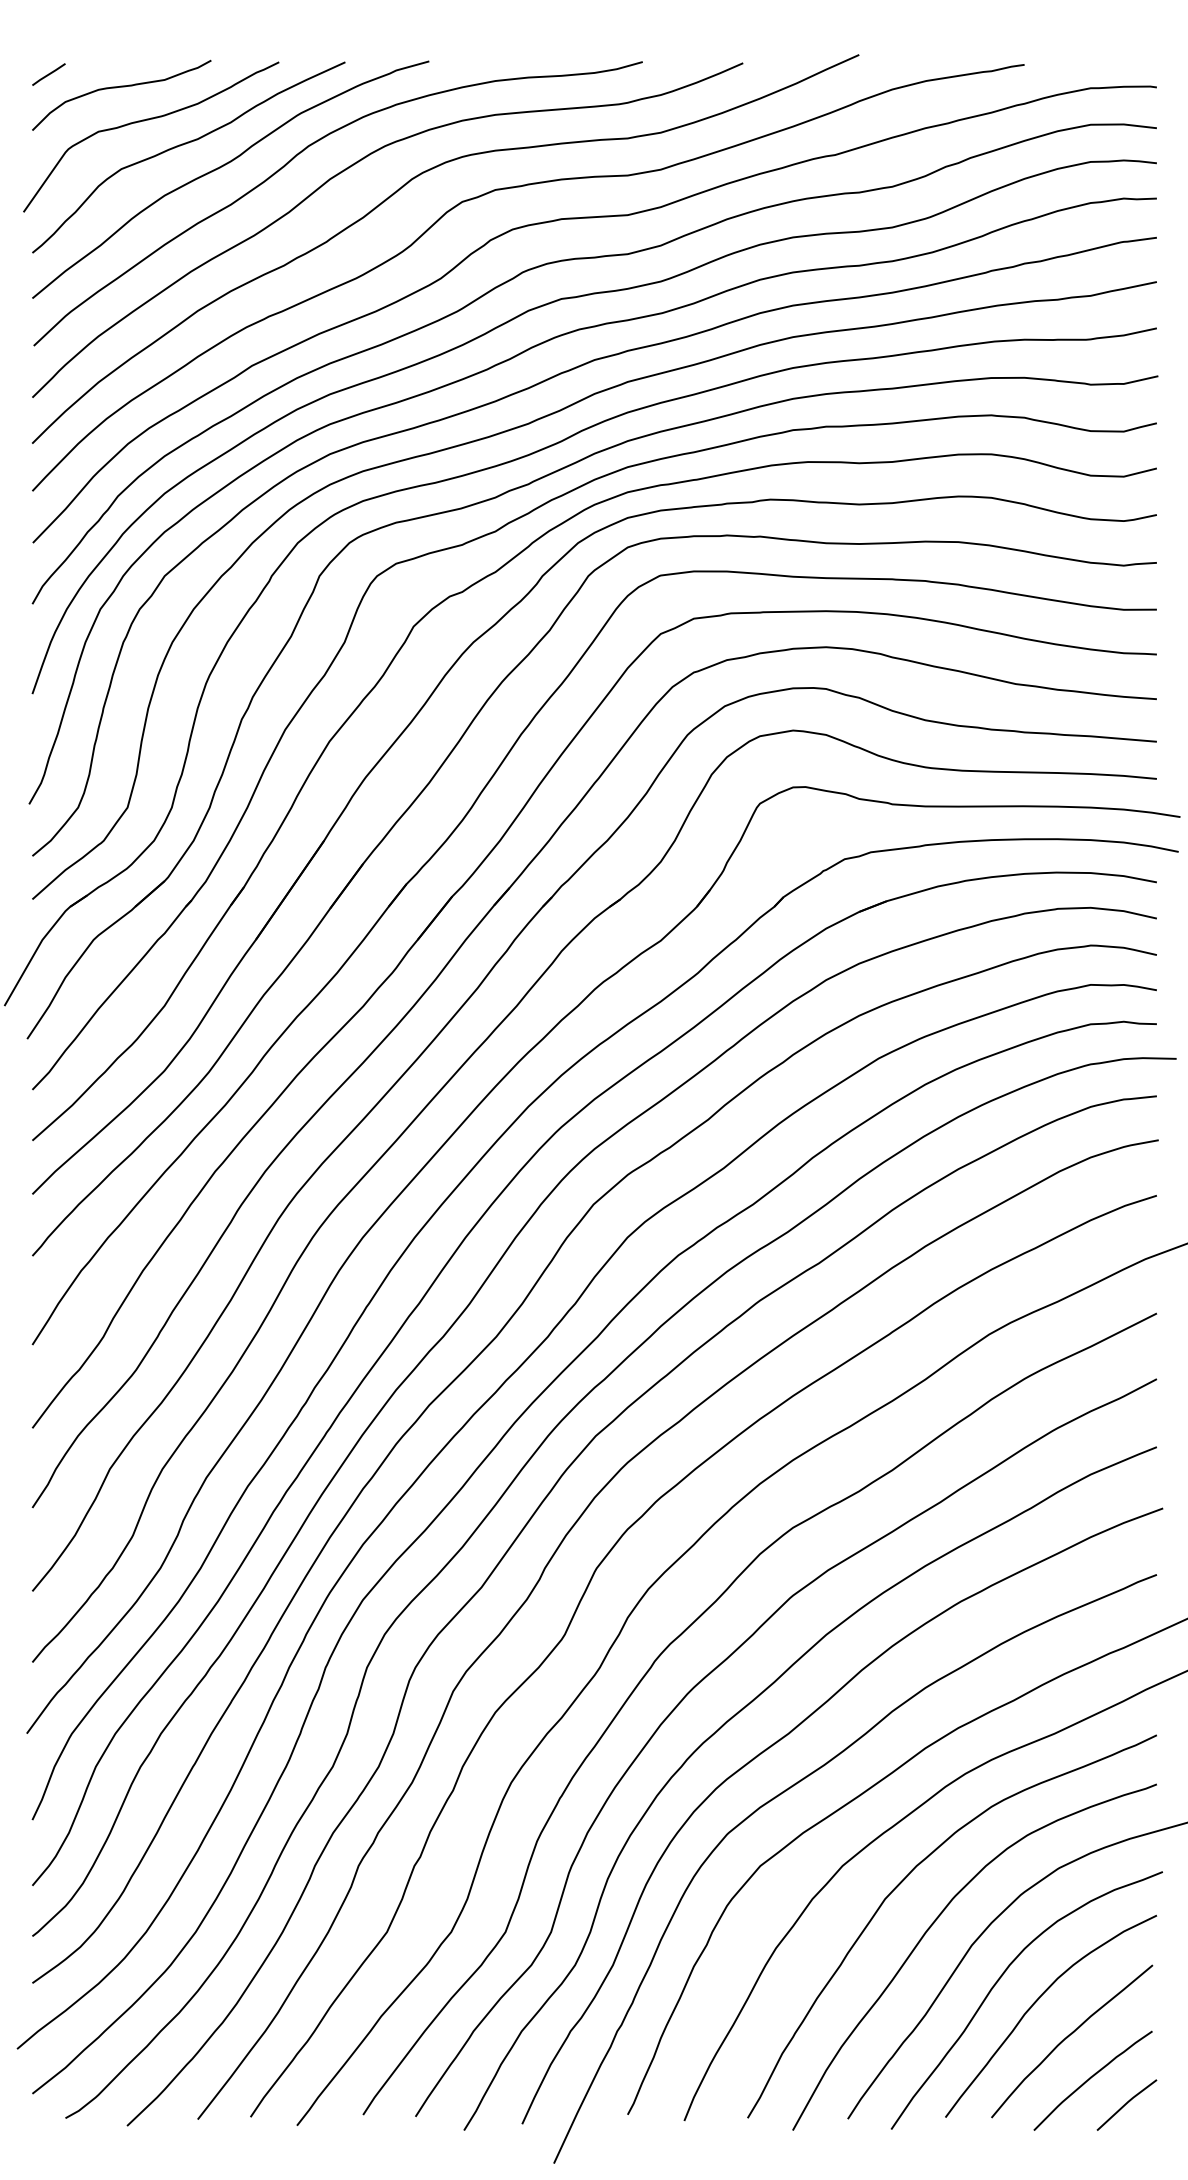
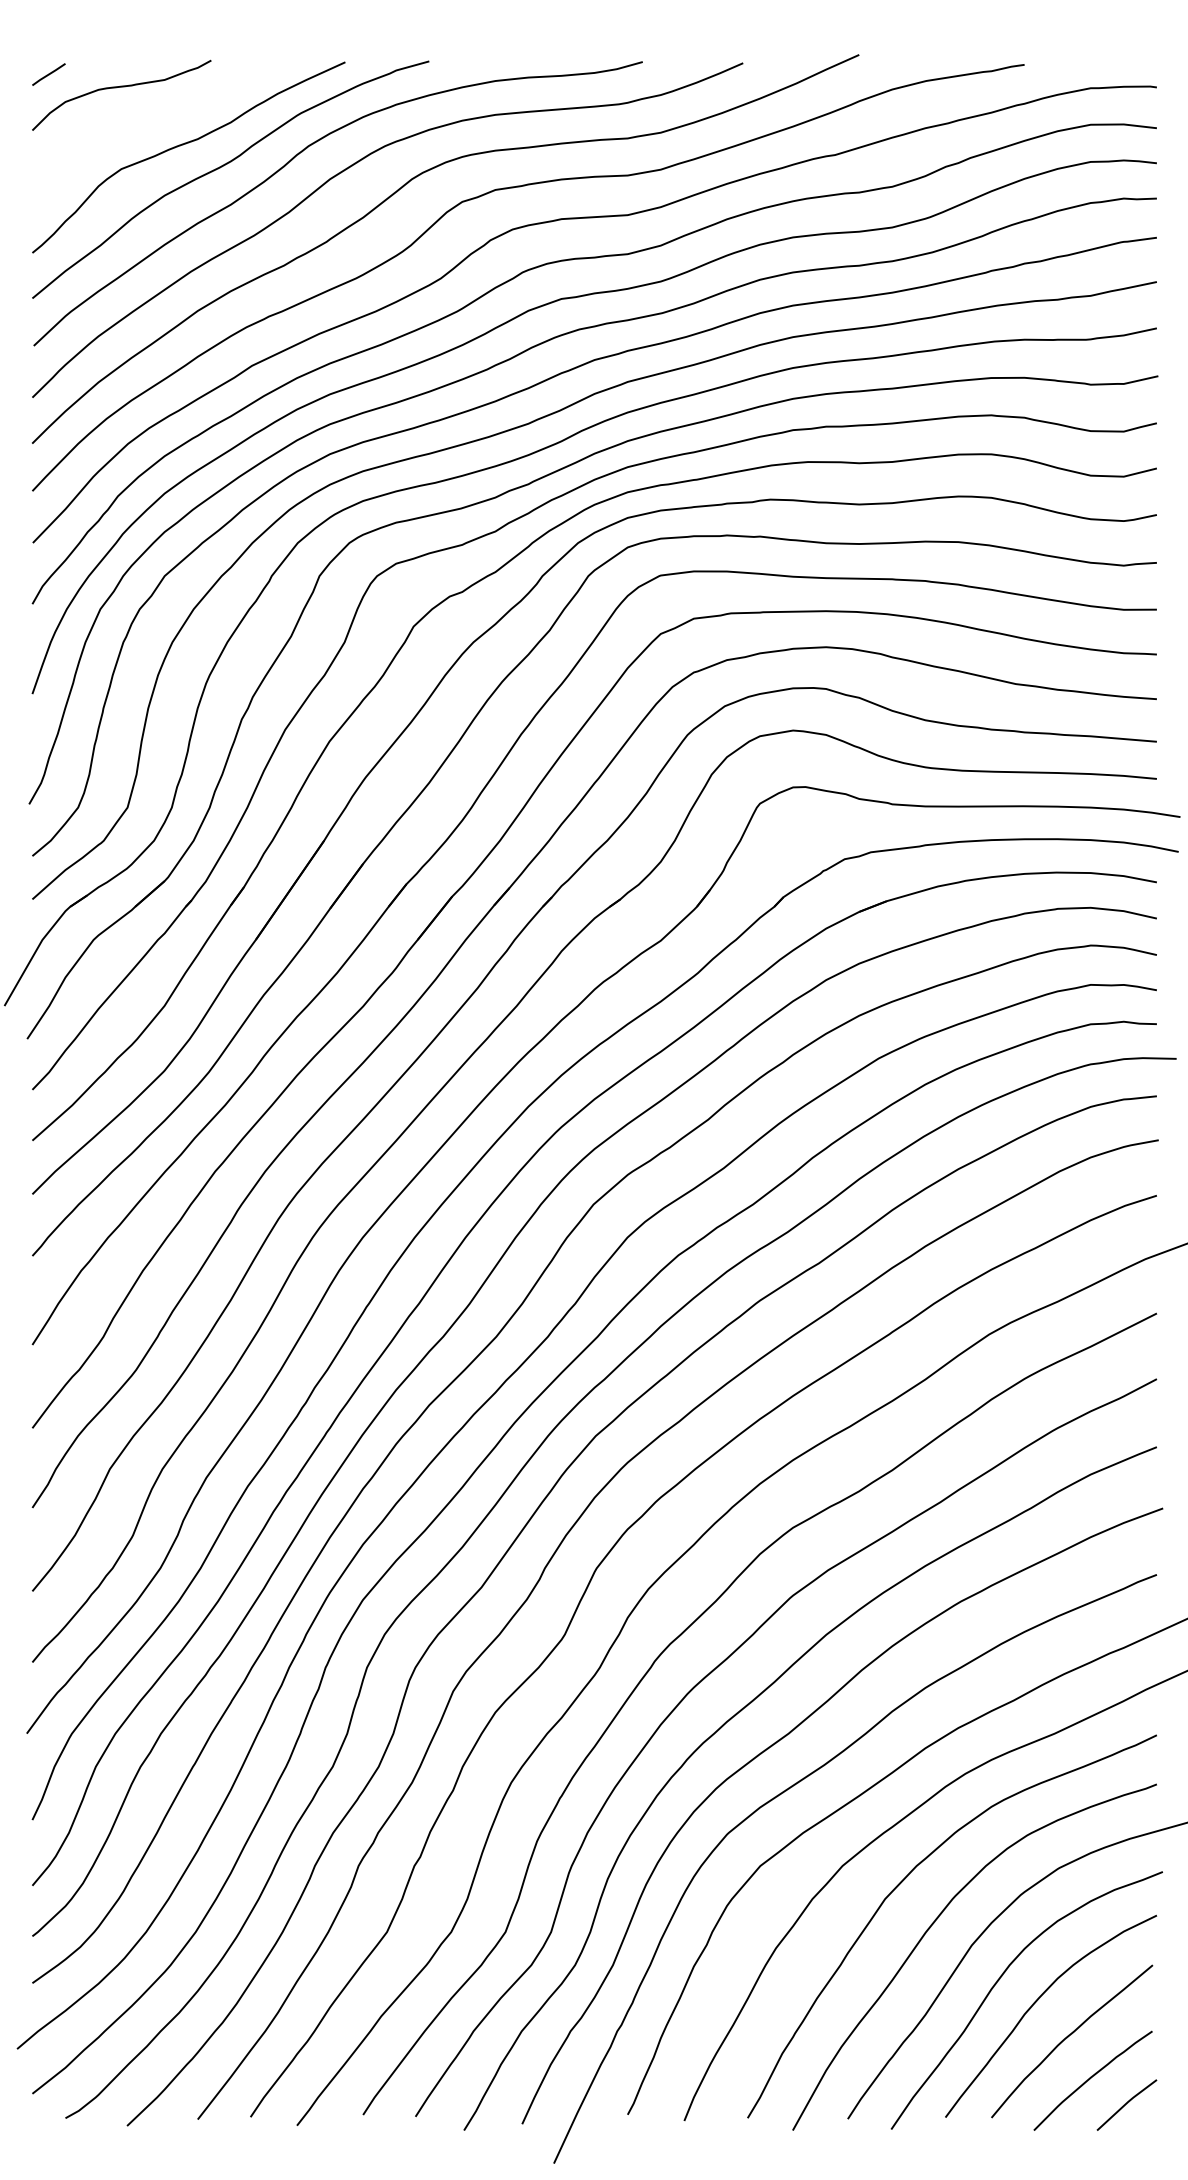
curve at (148, 120): present -> none
